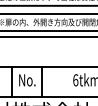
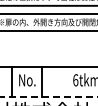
line at (48, 36): present -> none
line at (49, 96): solid -> dashed
